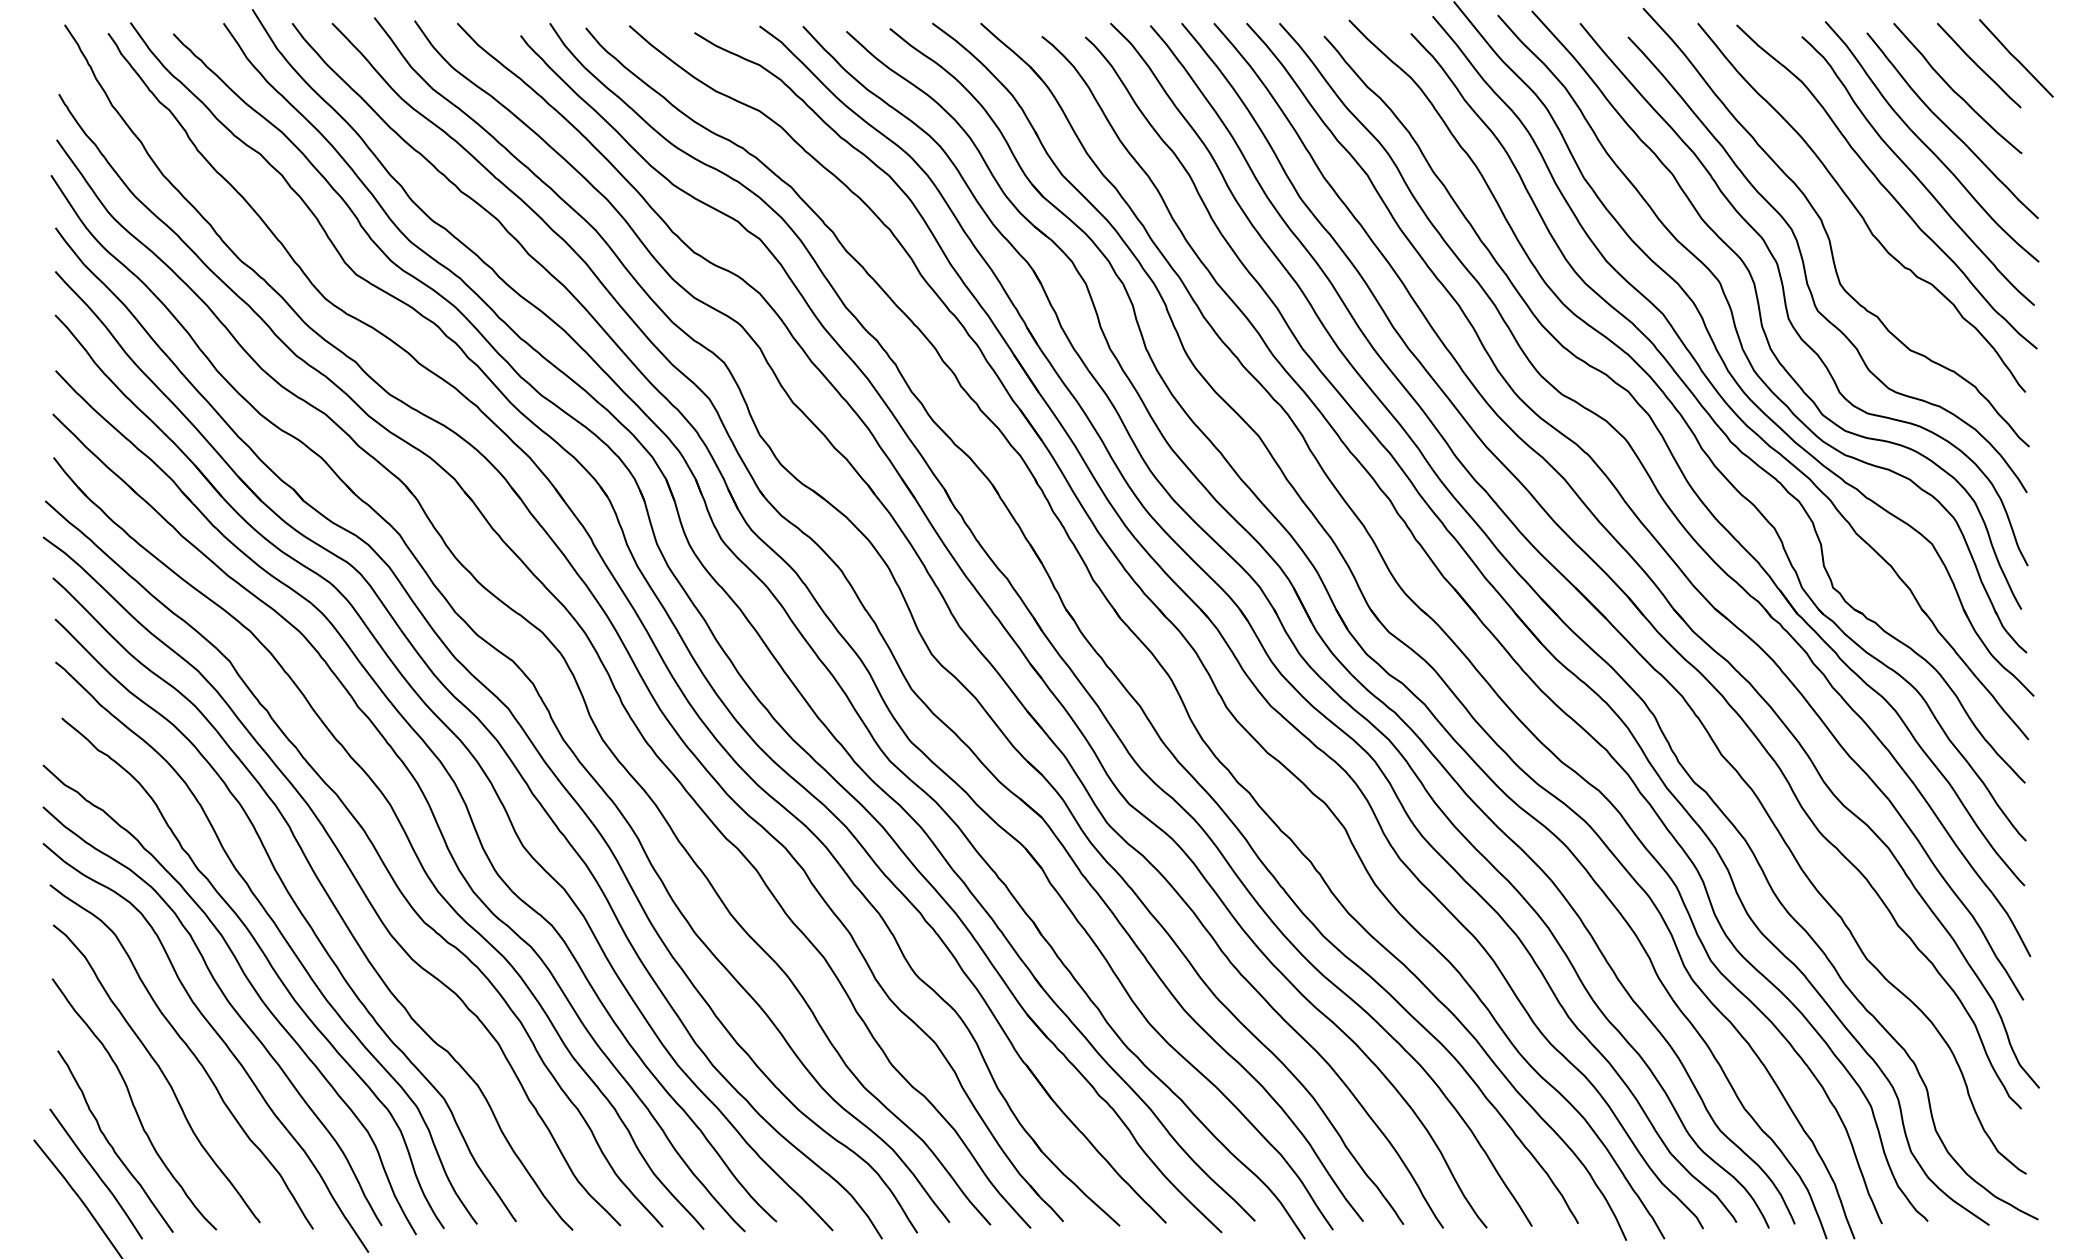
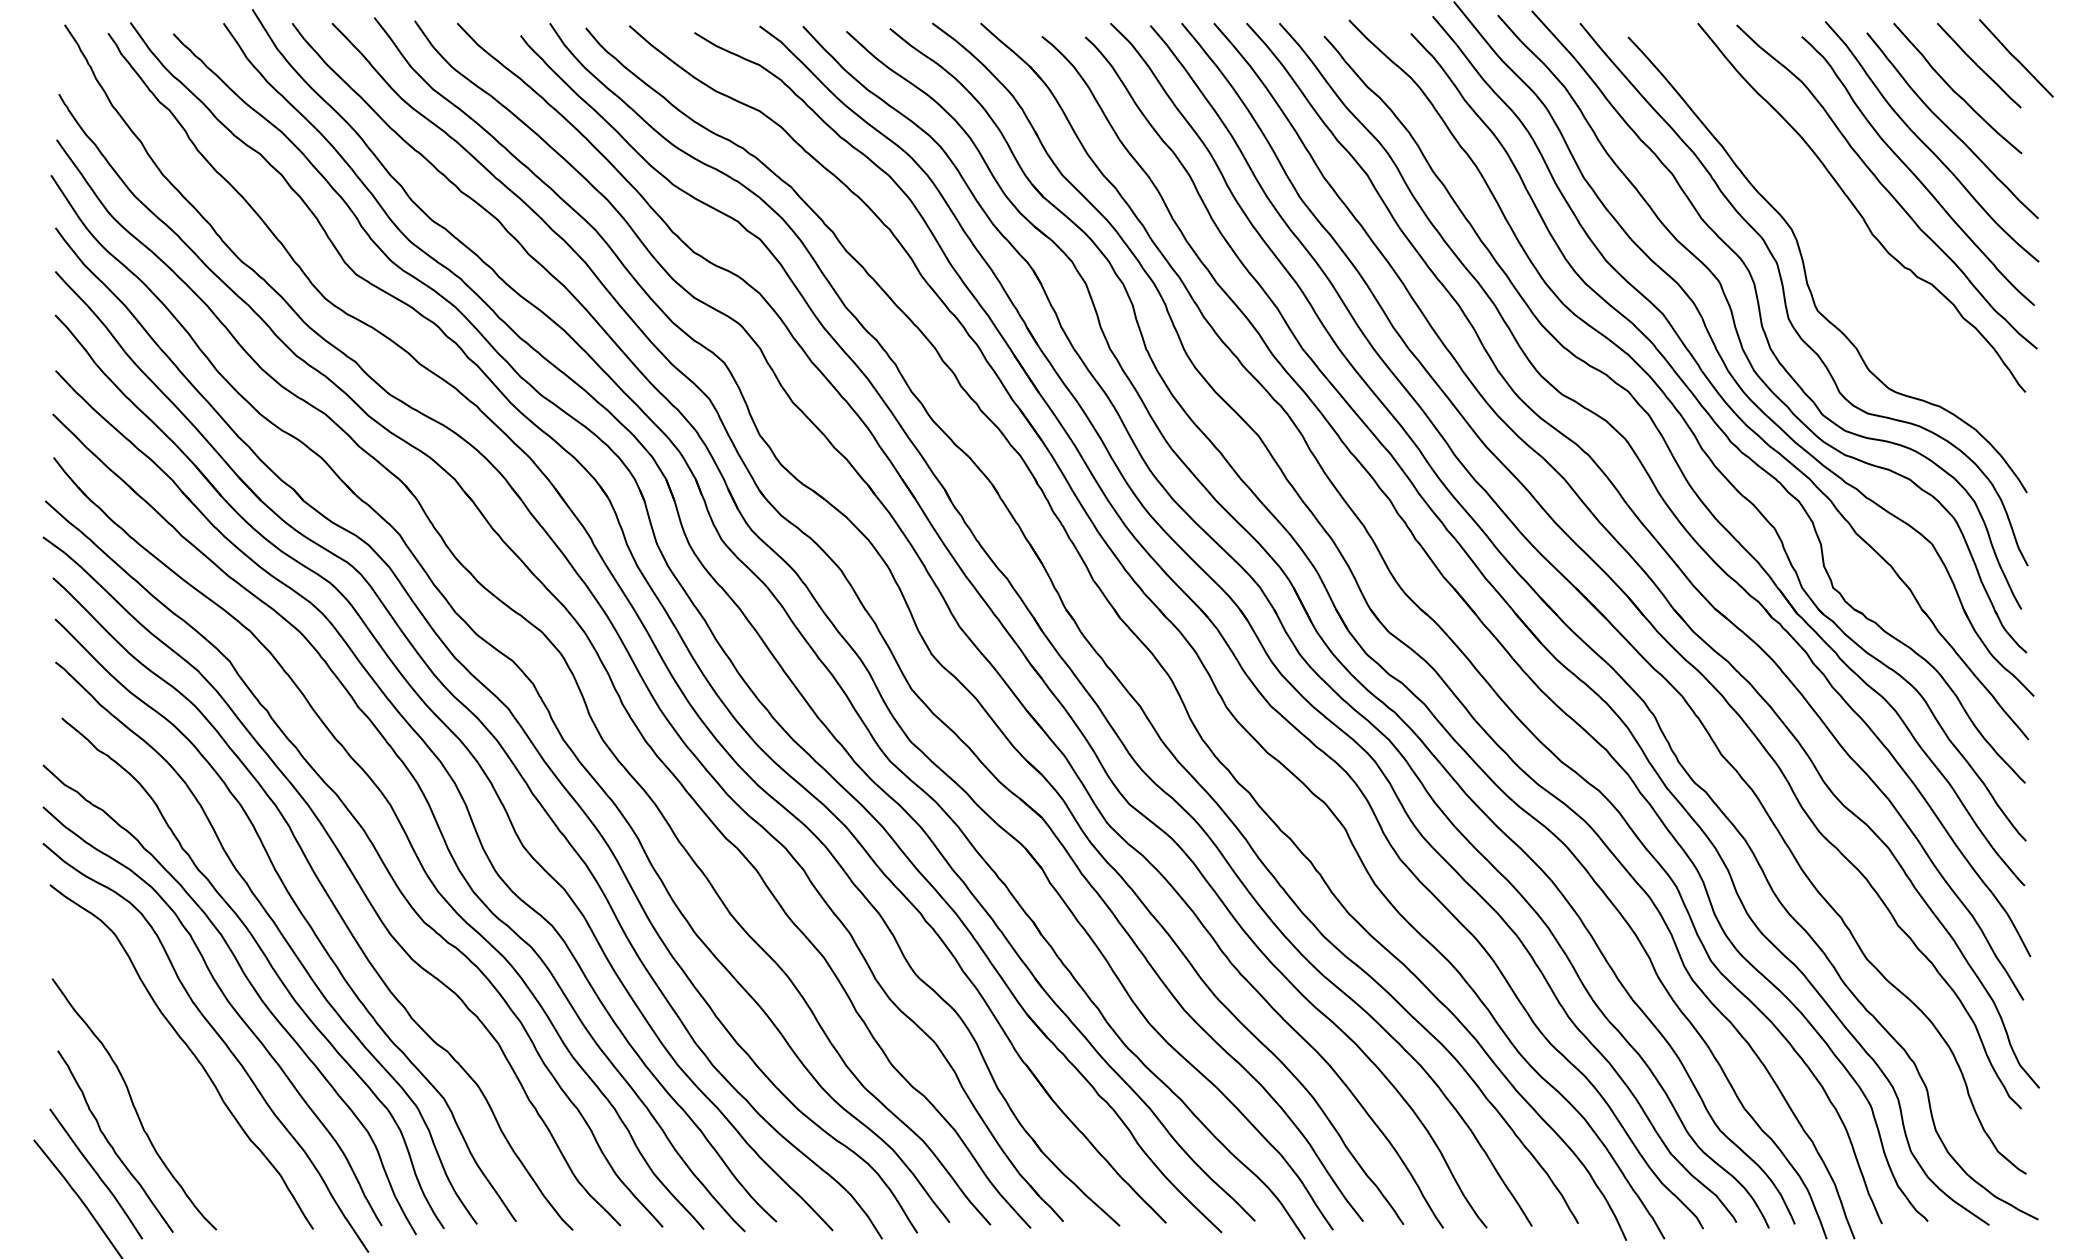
curve at (1827, 232): present -> none
curve at (160, 1071): present -> none
